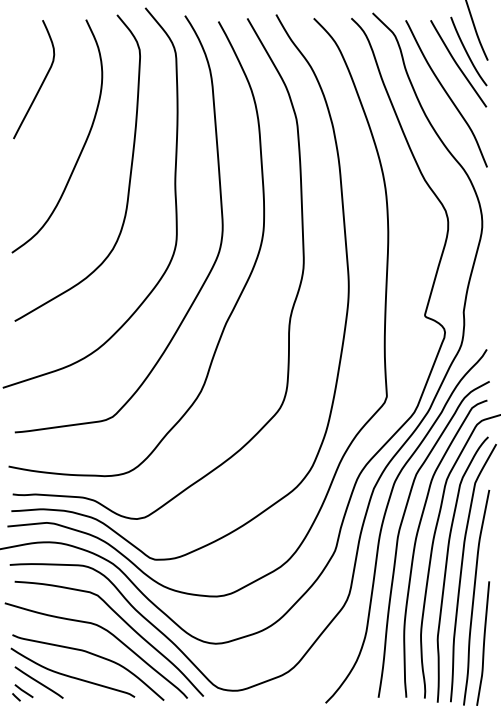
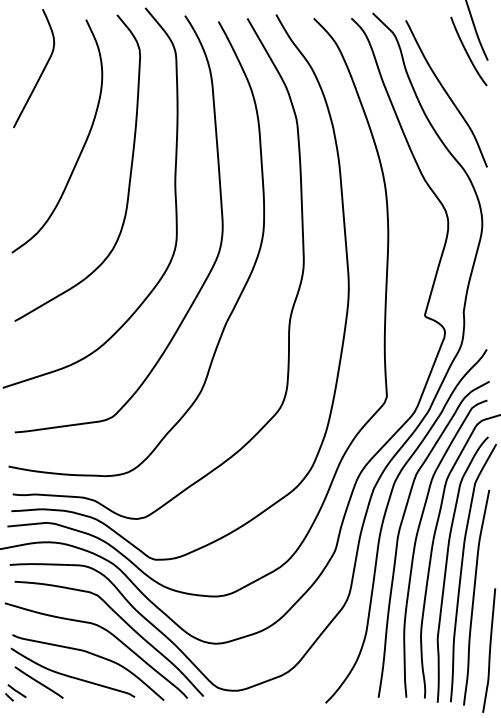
curve at (457, 63): present -> none
curve at (41, 83) position: (41, 83) -> (41, 72)
curve at (483, 643) position: (483, 643) -> (489, 650)
part at (22, 692) position: (22, 692) -> (15, 692)
